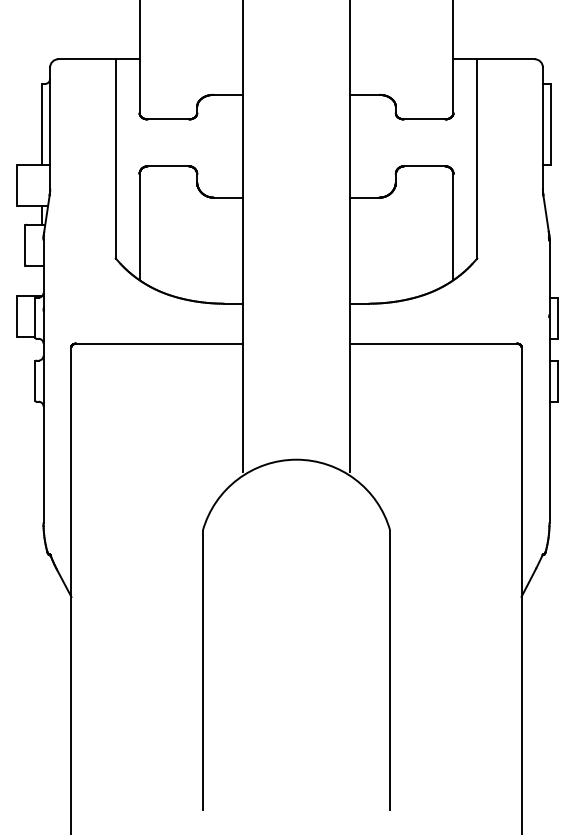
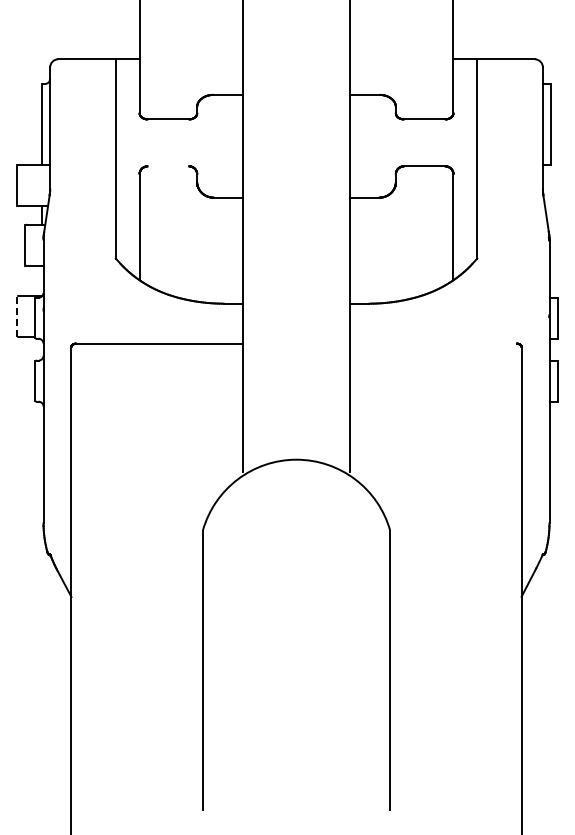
line at (167, 166): present -> none
line at (17, 315): solid -> dashed
line at (432, 343): present -> none
